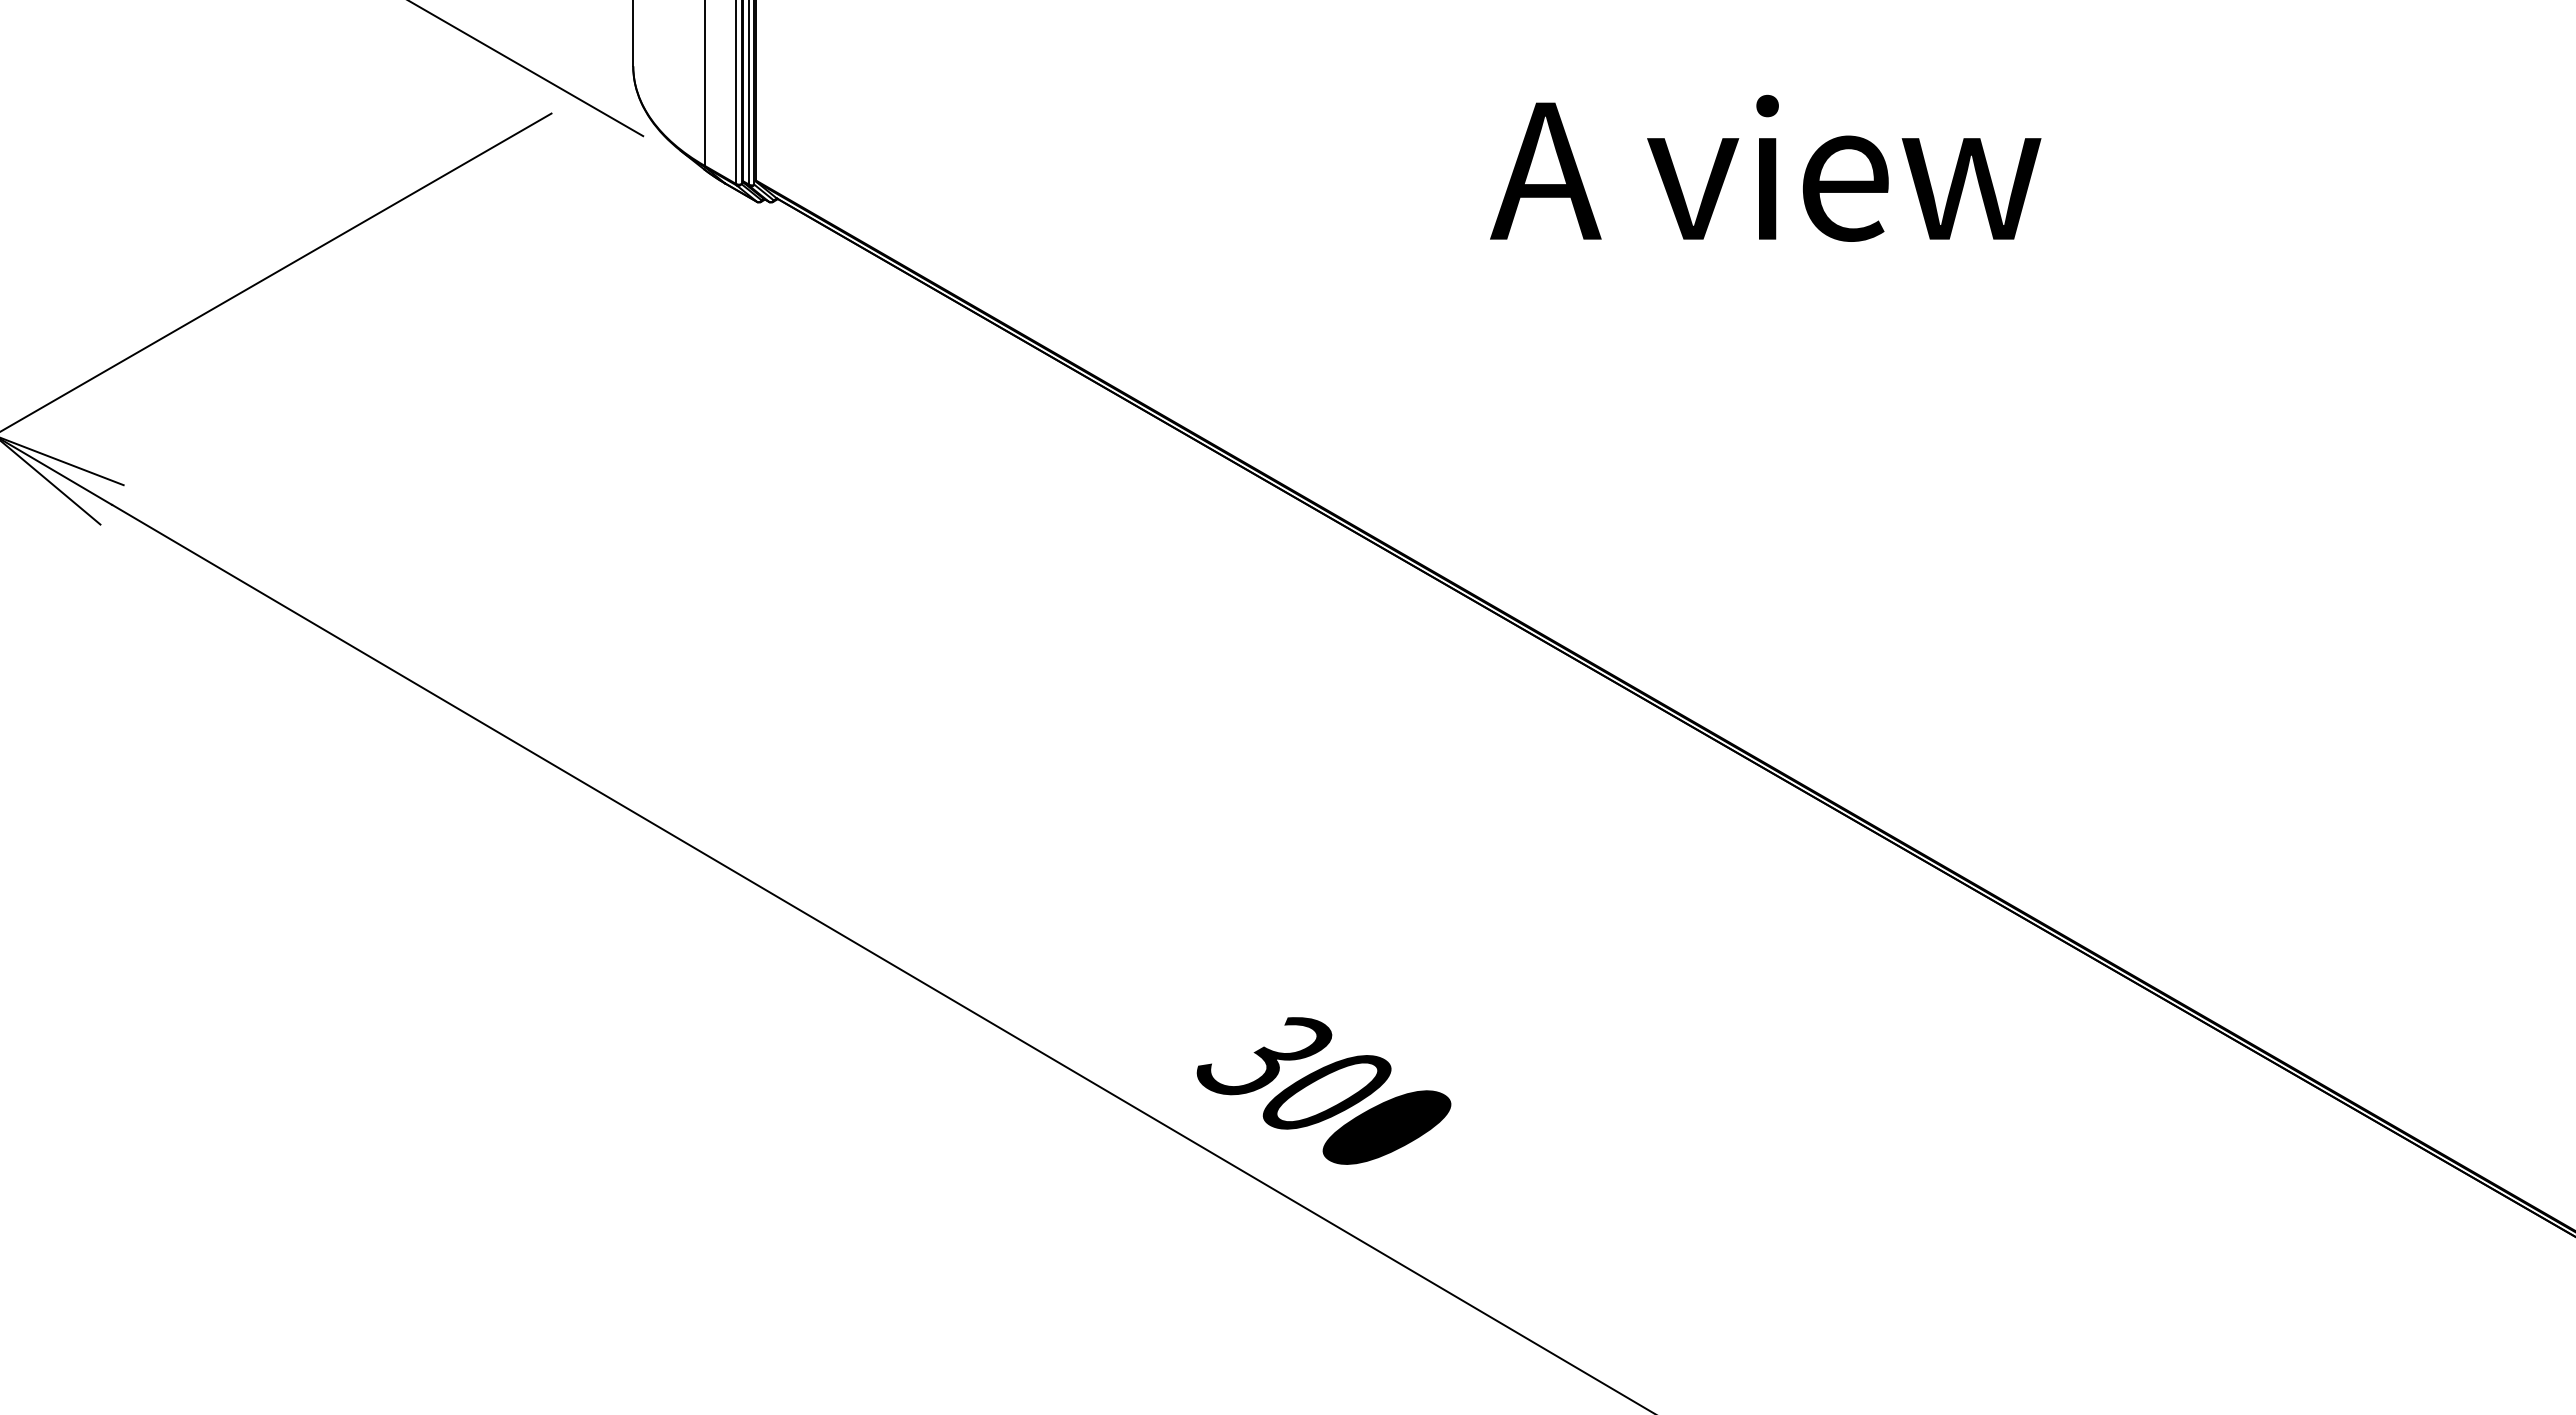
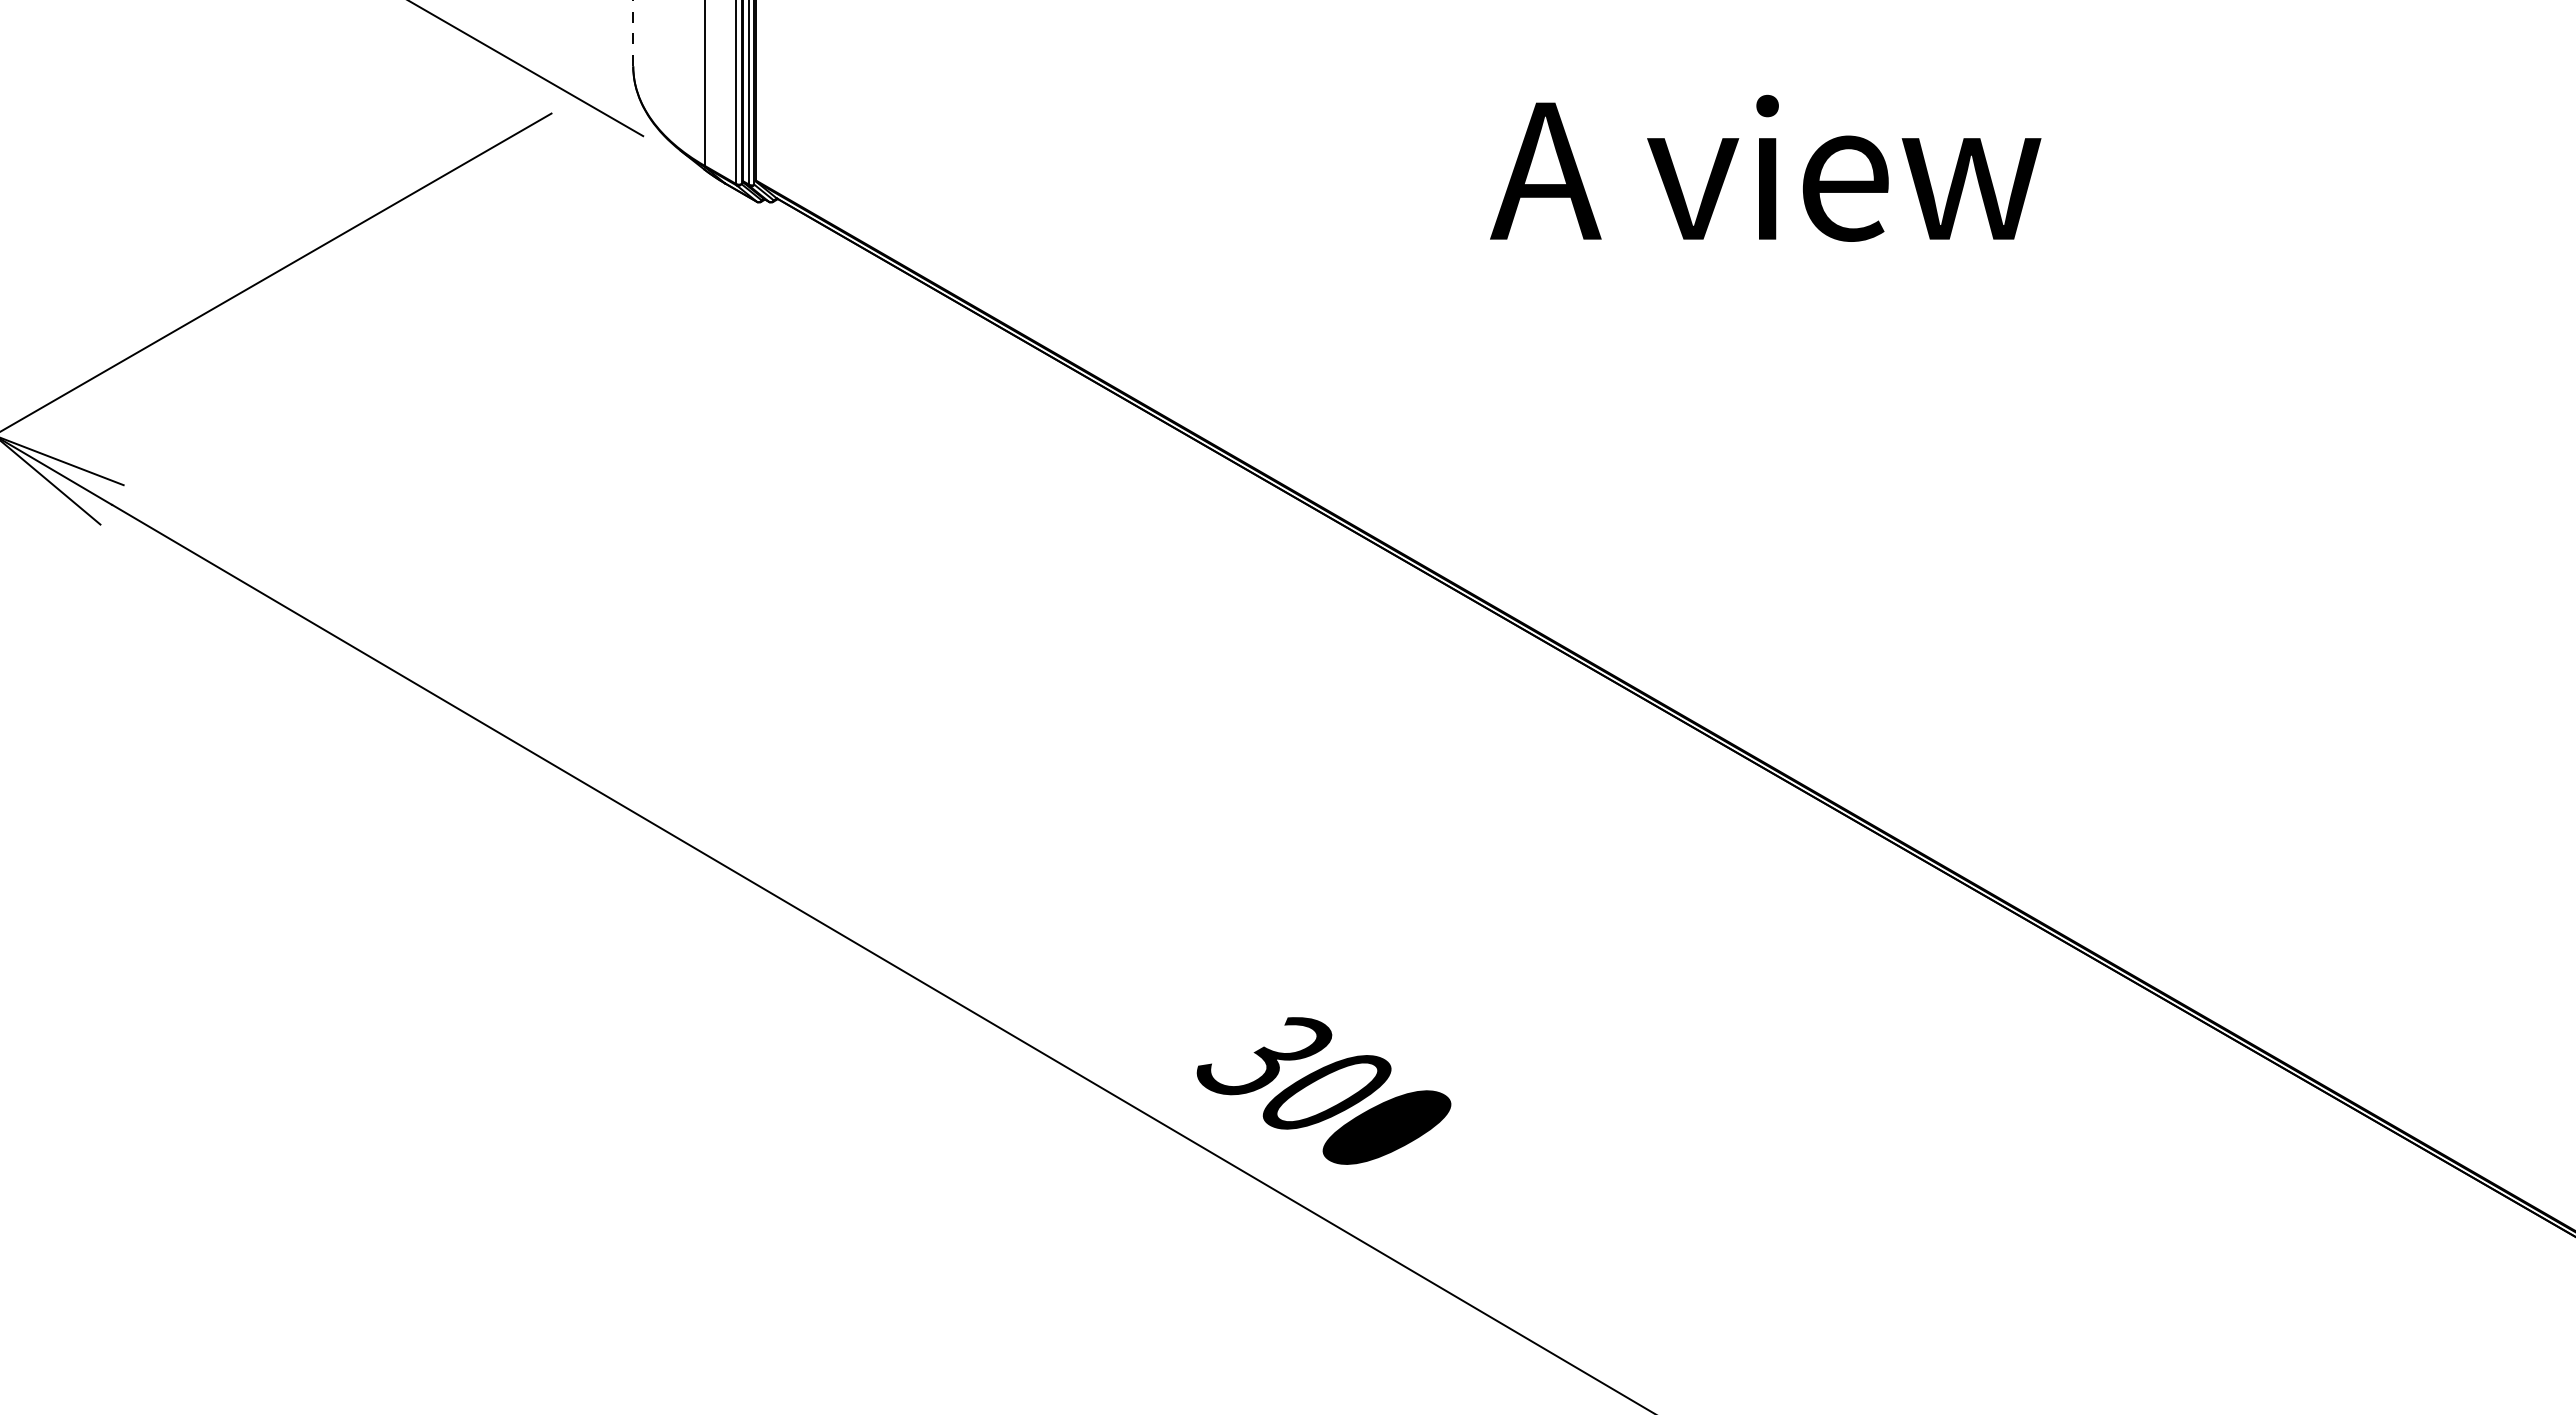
line at (633, 33): solid -> dashed
